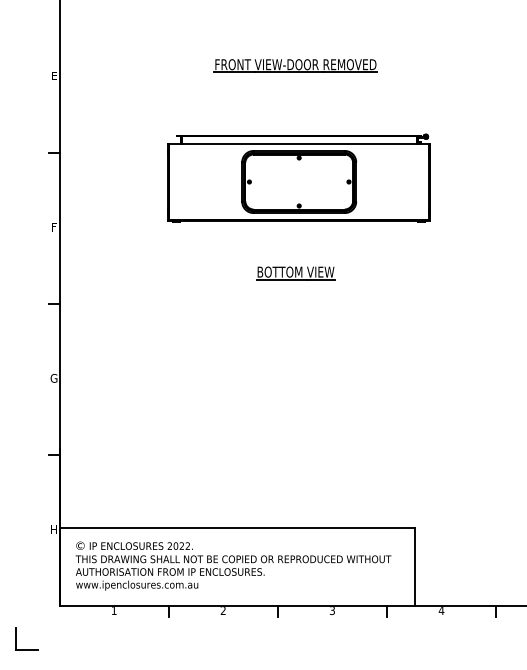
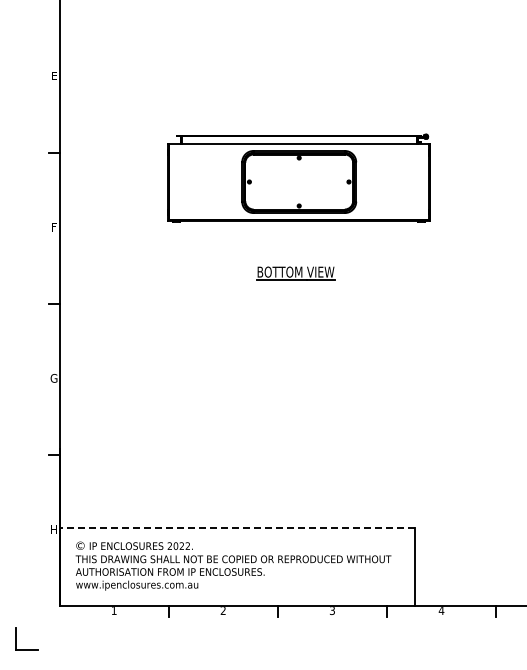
part at (295, 65): present -> none
line at (236, 527): solid -> dashed
